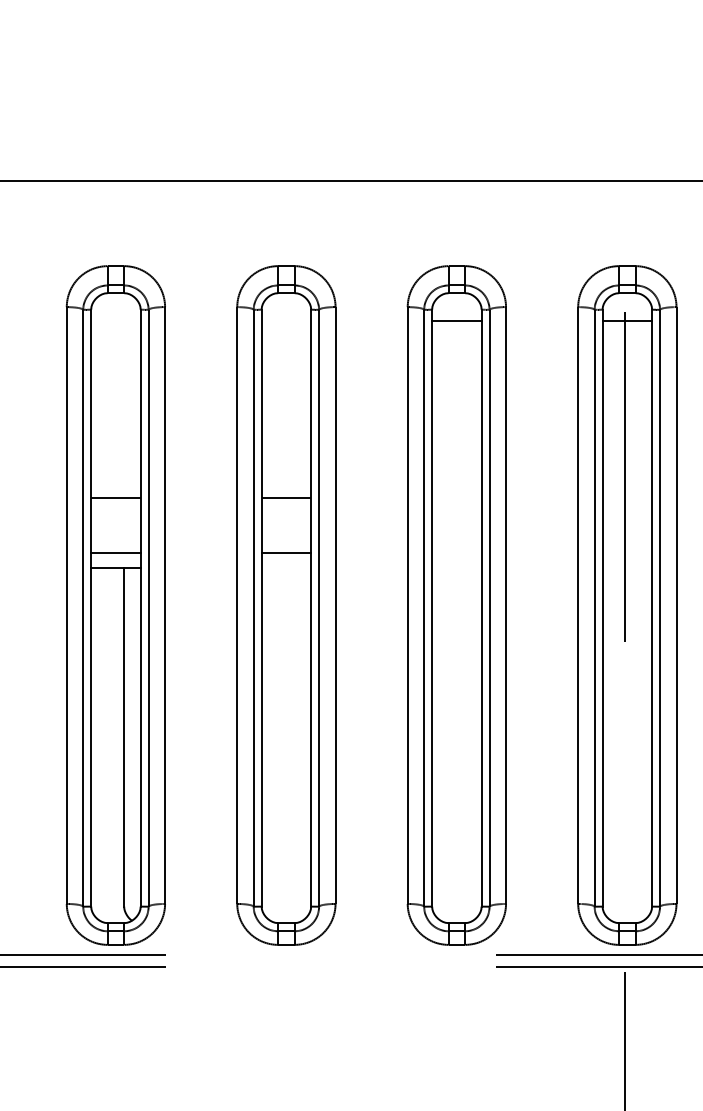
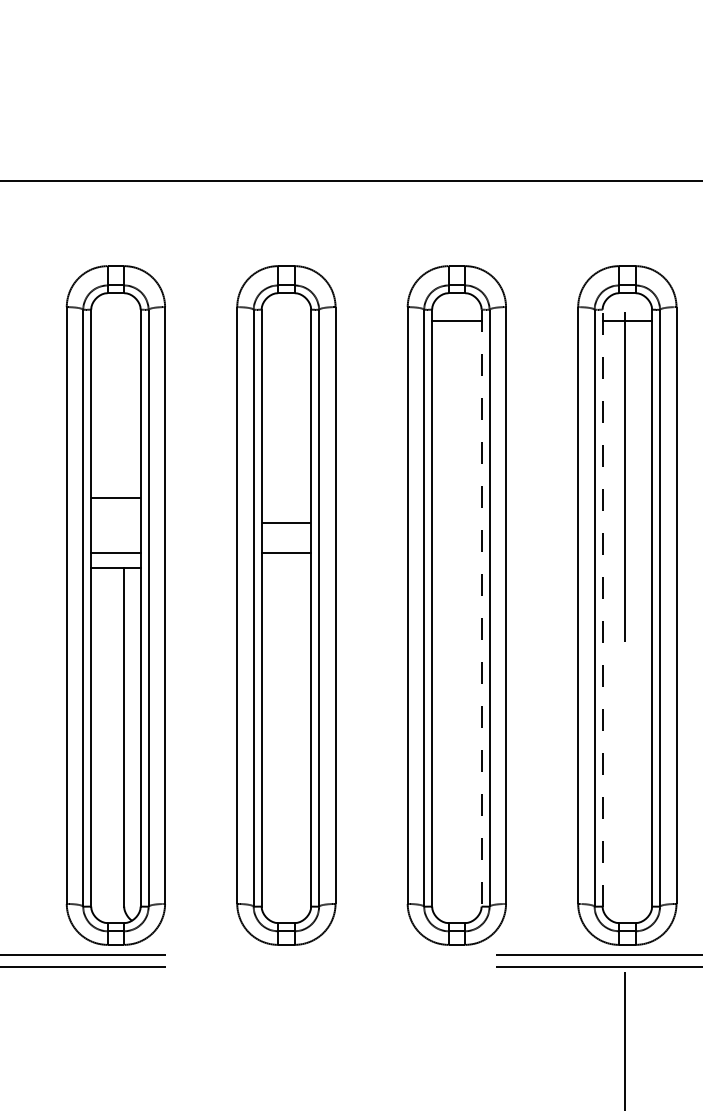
line at (286, 497) position: (286, 497) -> (286, 522)
line at (602, 607): solid -> dashed
line at (481, 608): solid -> dashed
